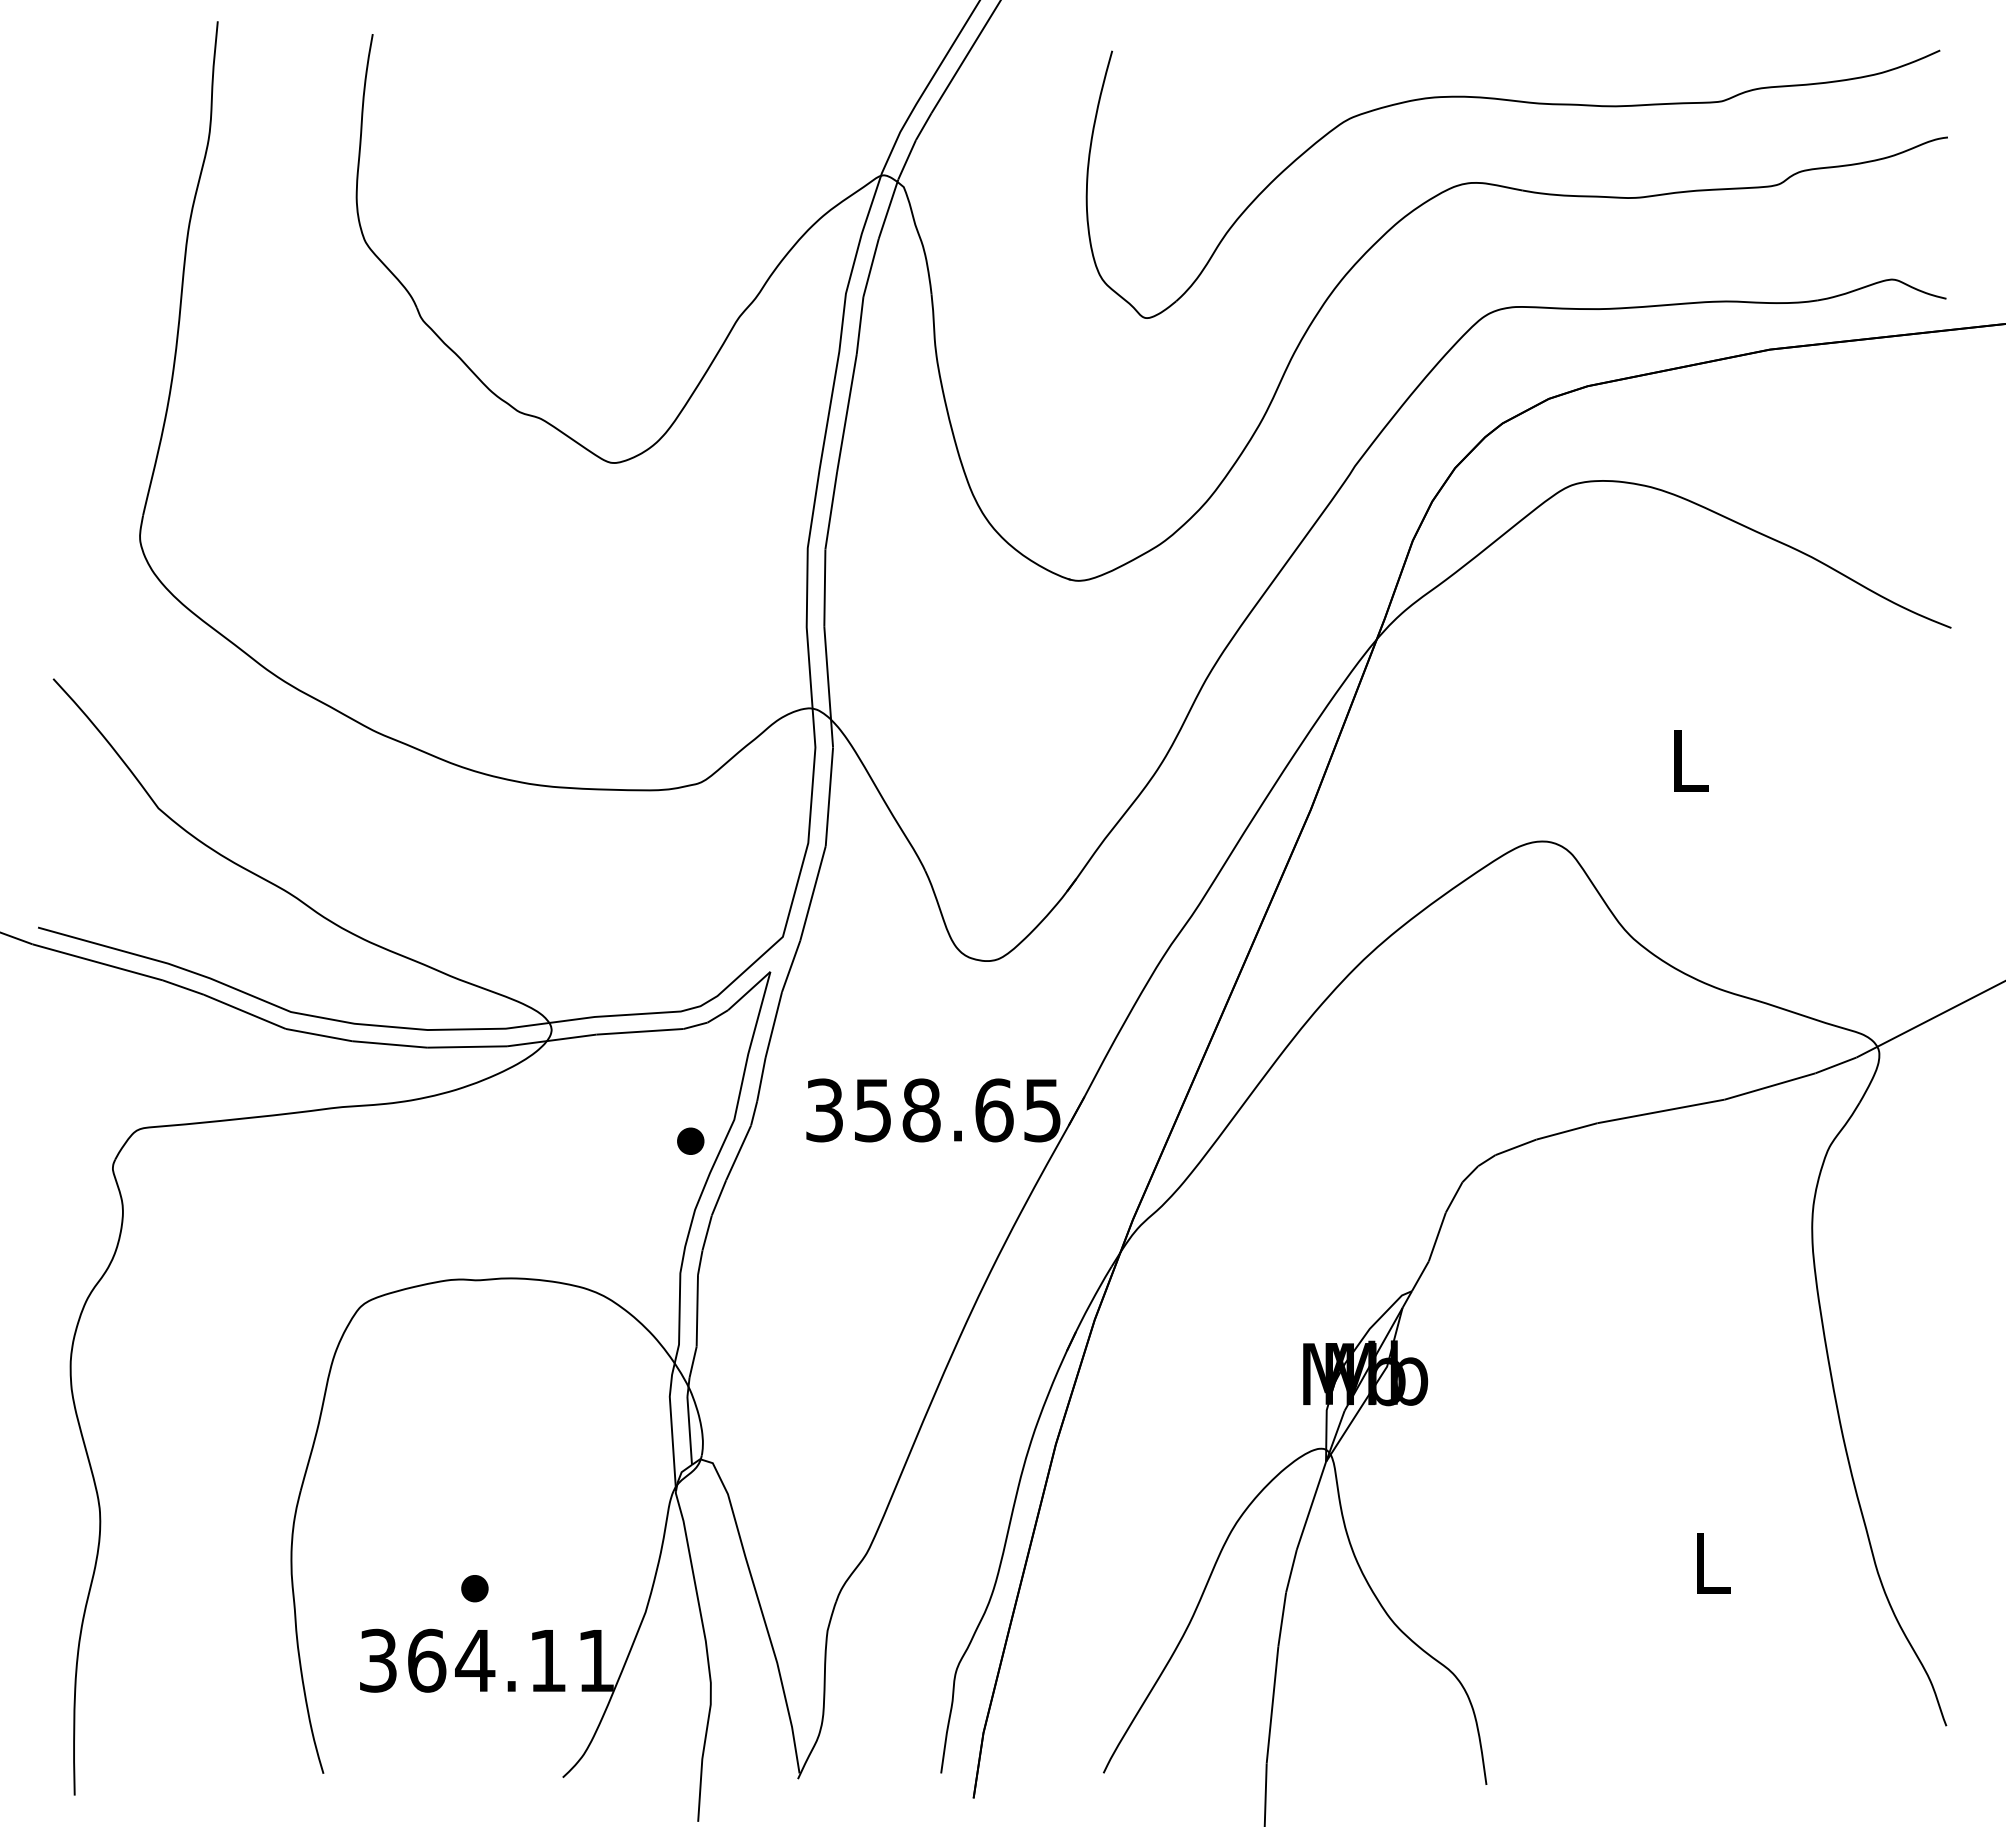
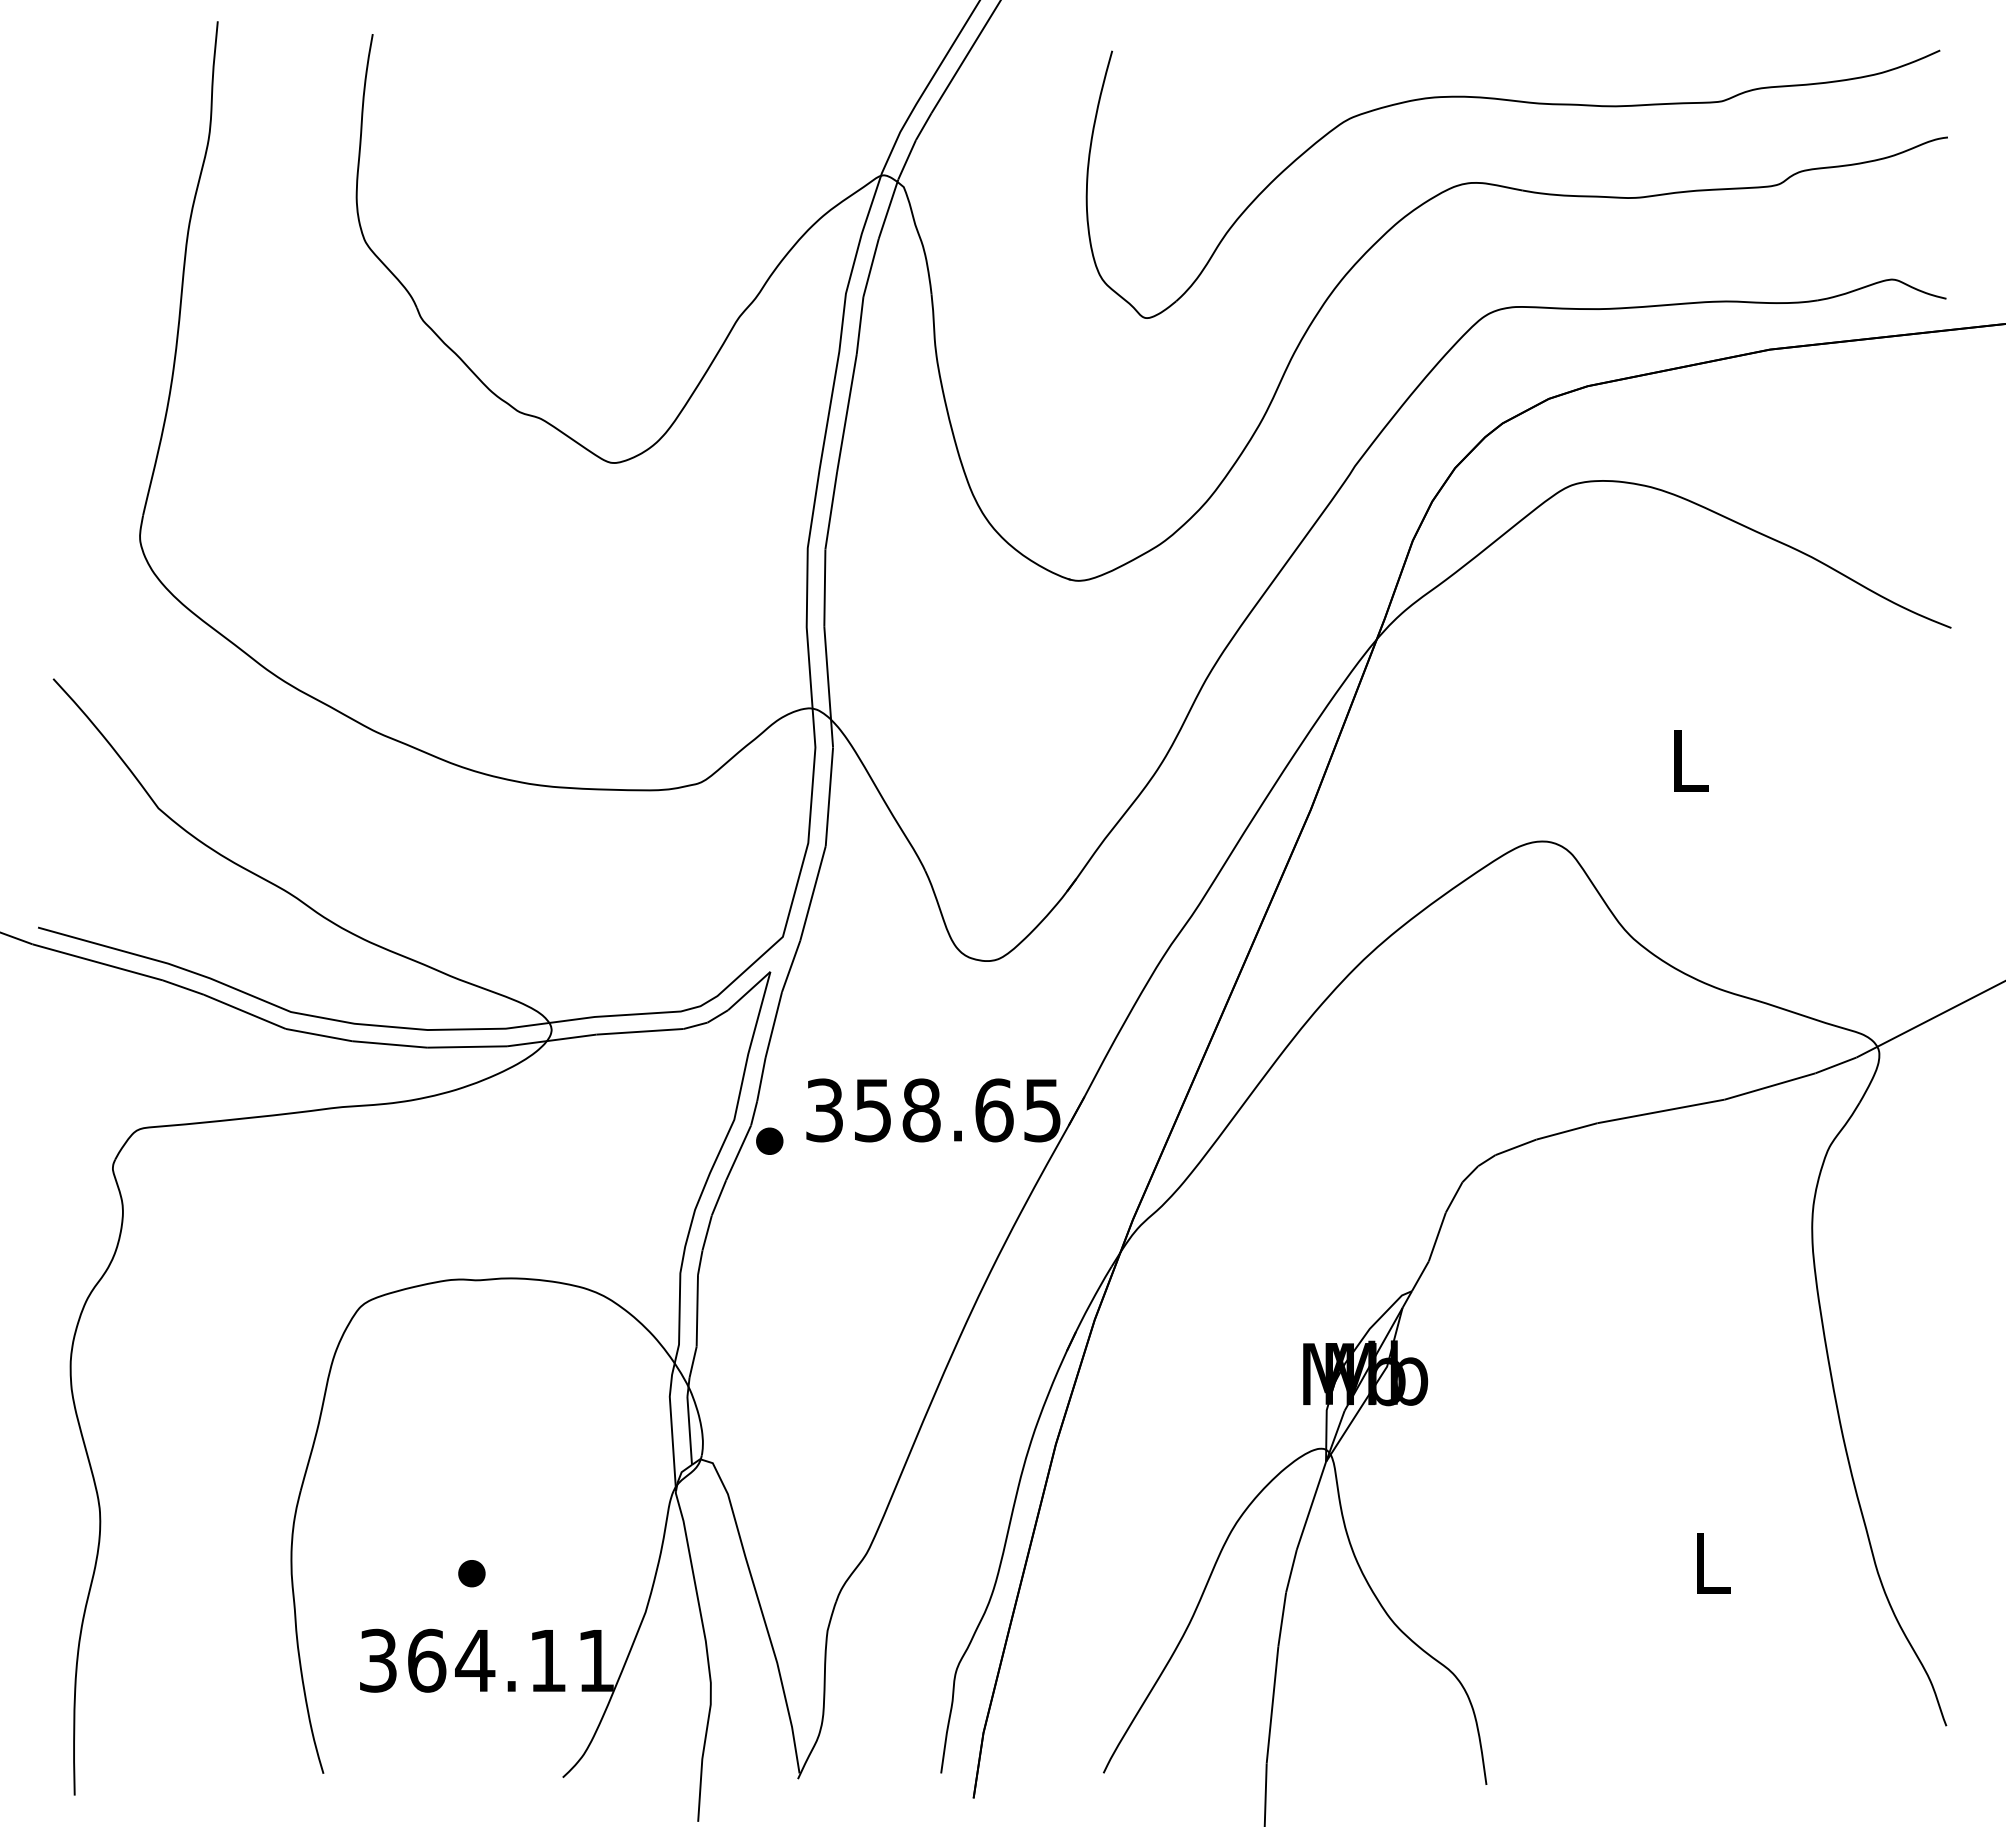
part at (690, 1140) position: (690, 1140) -> (769, 1140)
part at (474, 1588) position: (474, 1588) -> (471, 1573)
